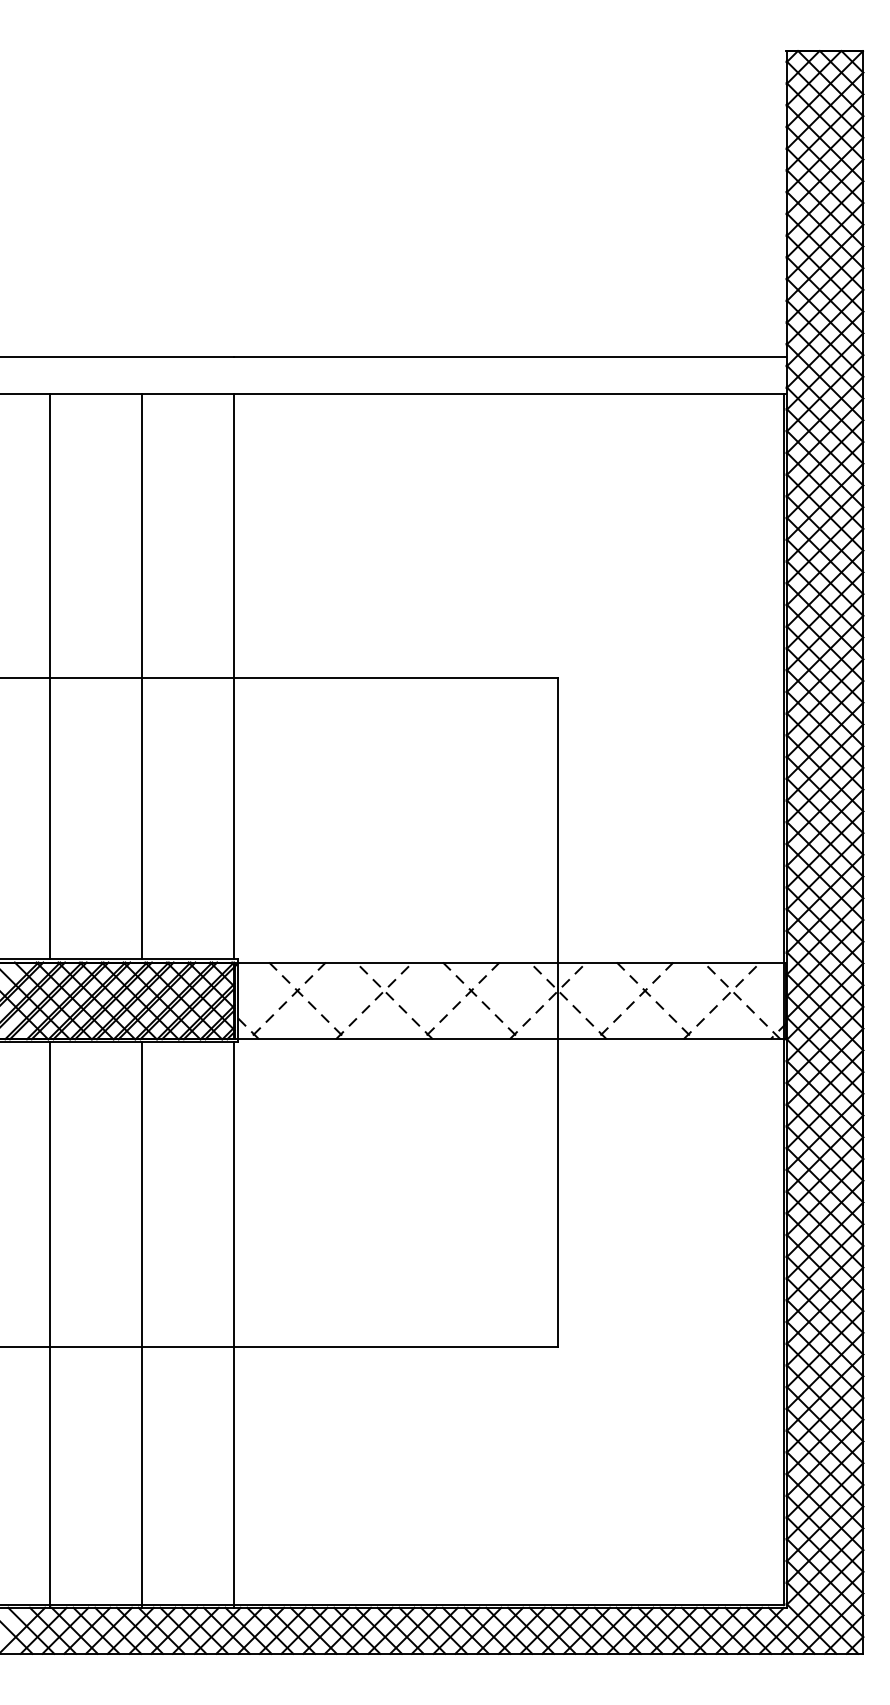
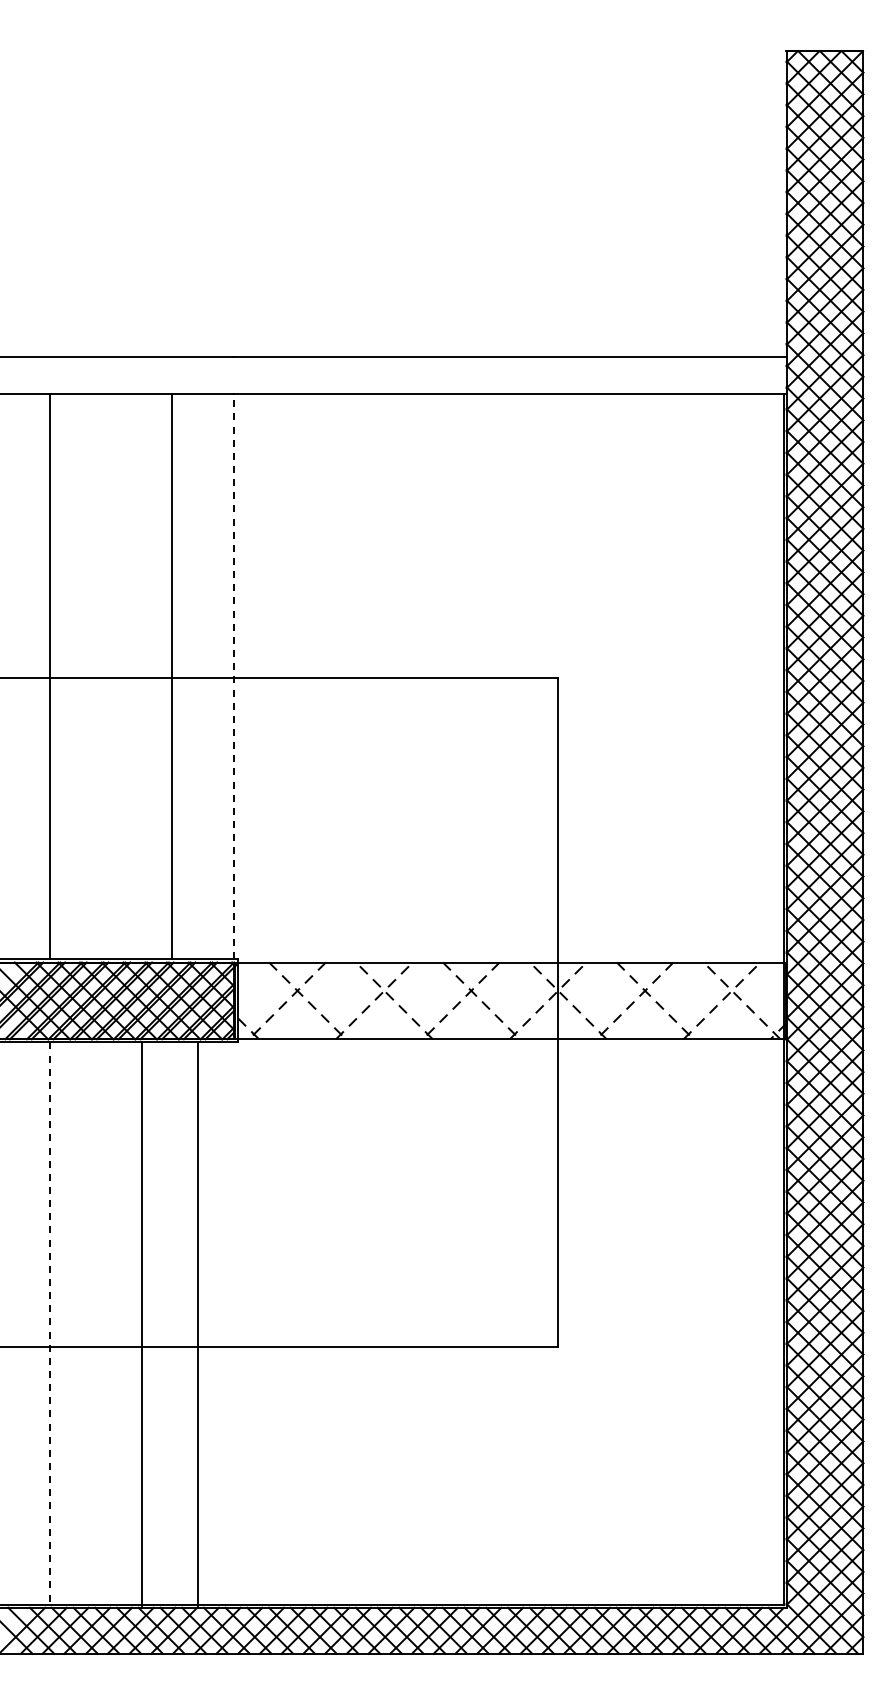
line at (142, 676) position: (142, 676) -> (172, 676)
line at (234, 676): solid -> dashed
line at (234, 1324) position: (234, 1324) -> (198, 1324)
line at (50, 1325): solid -> dashed
